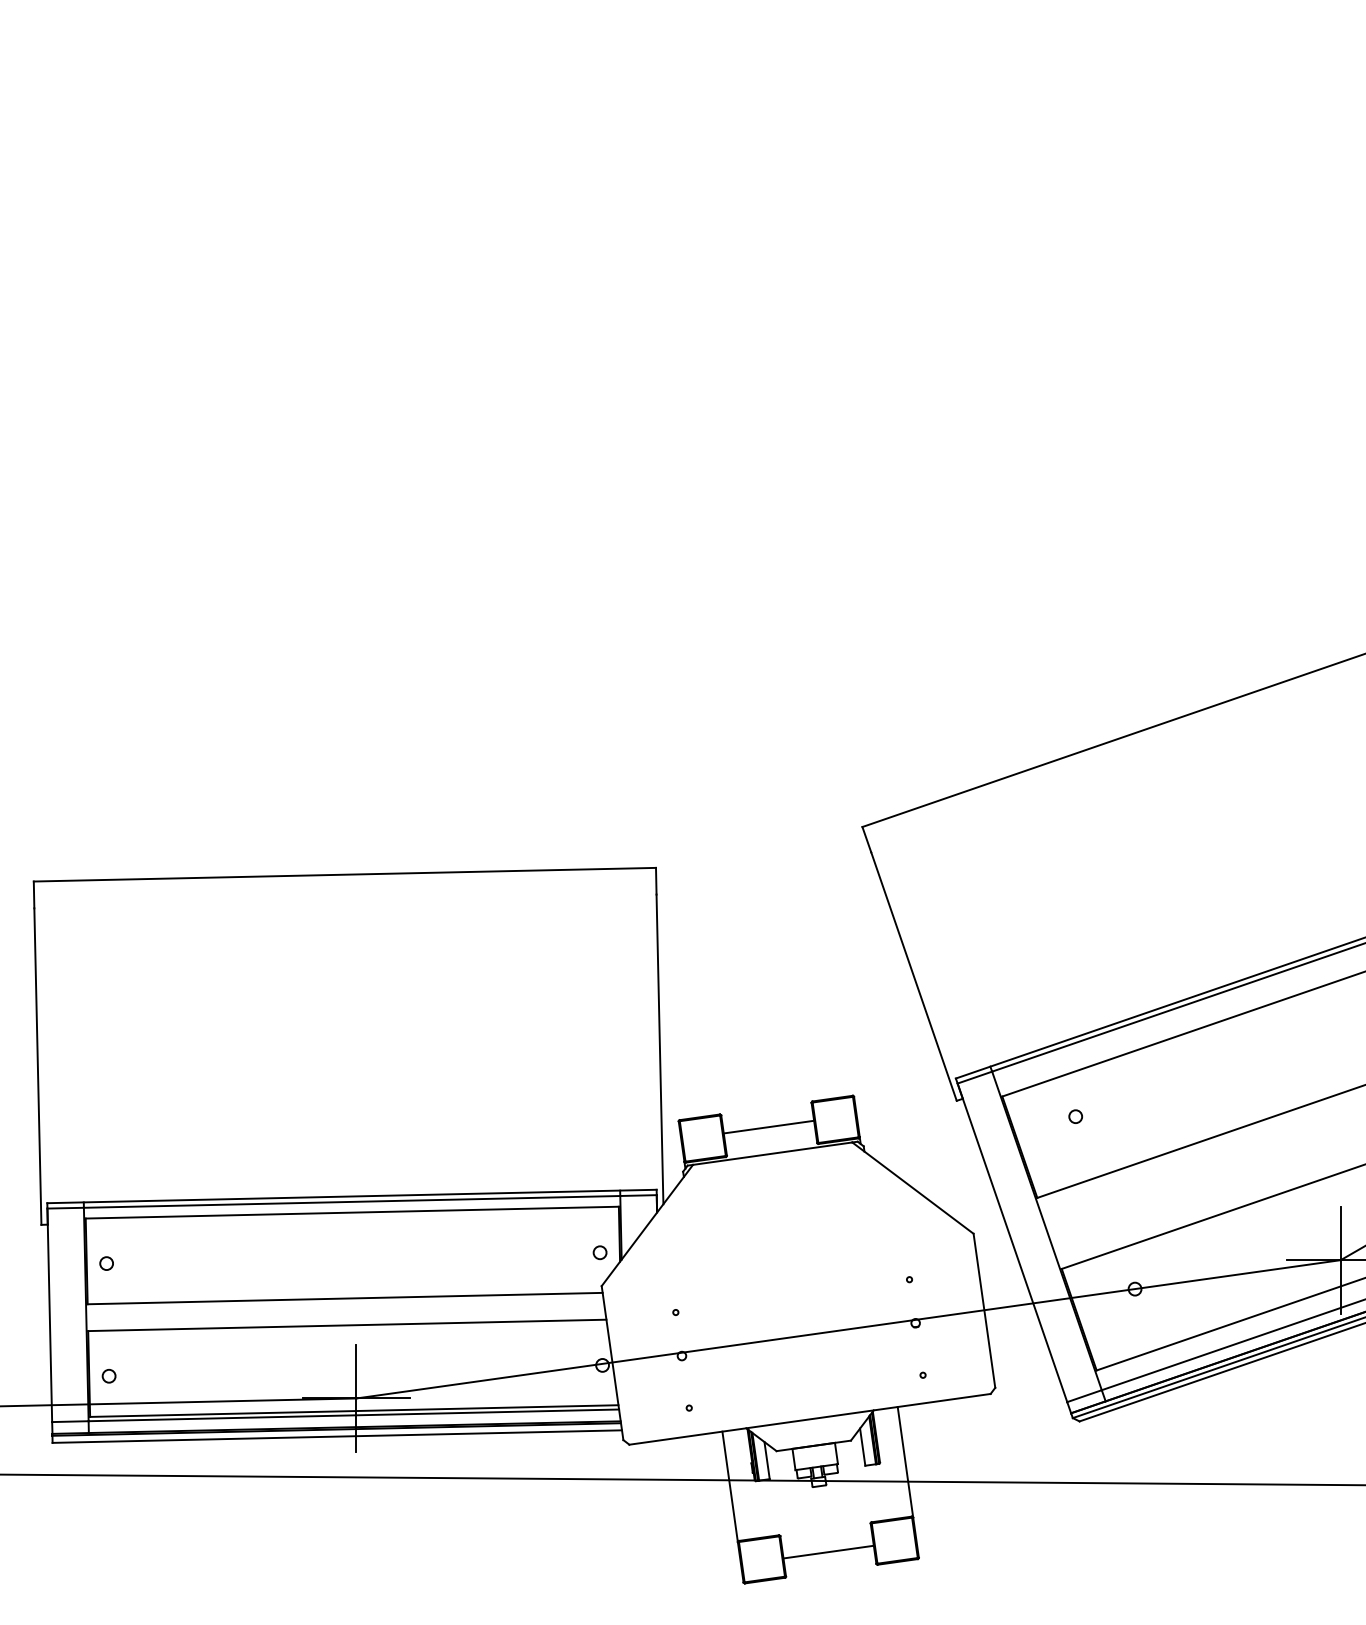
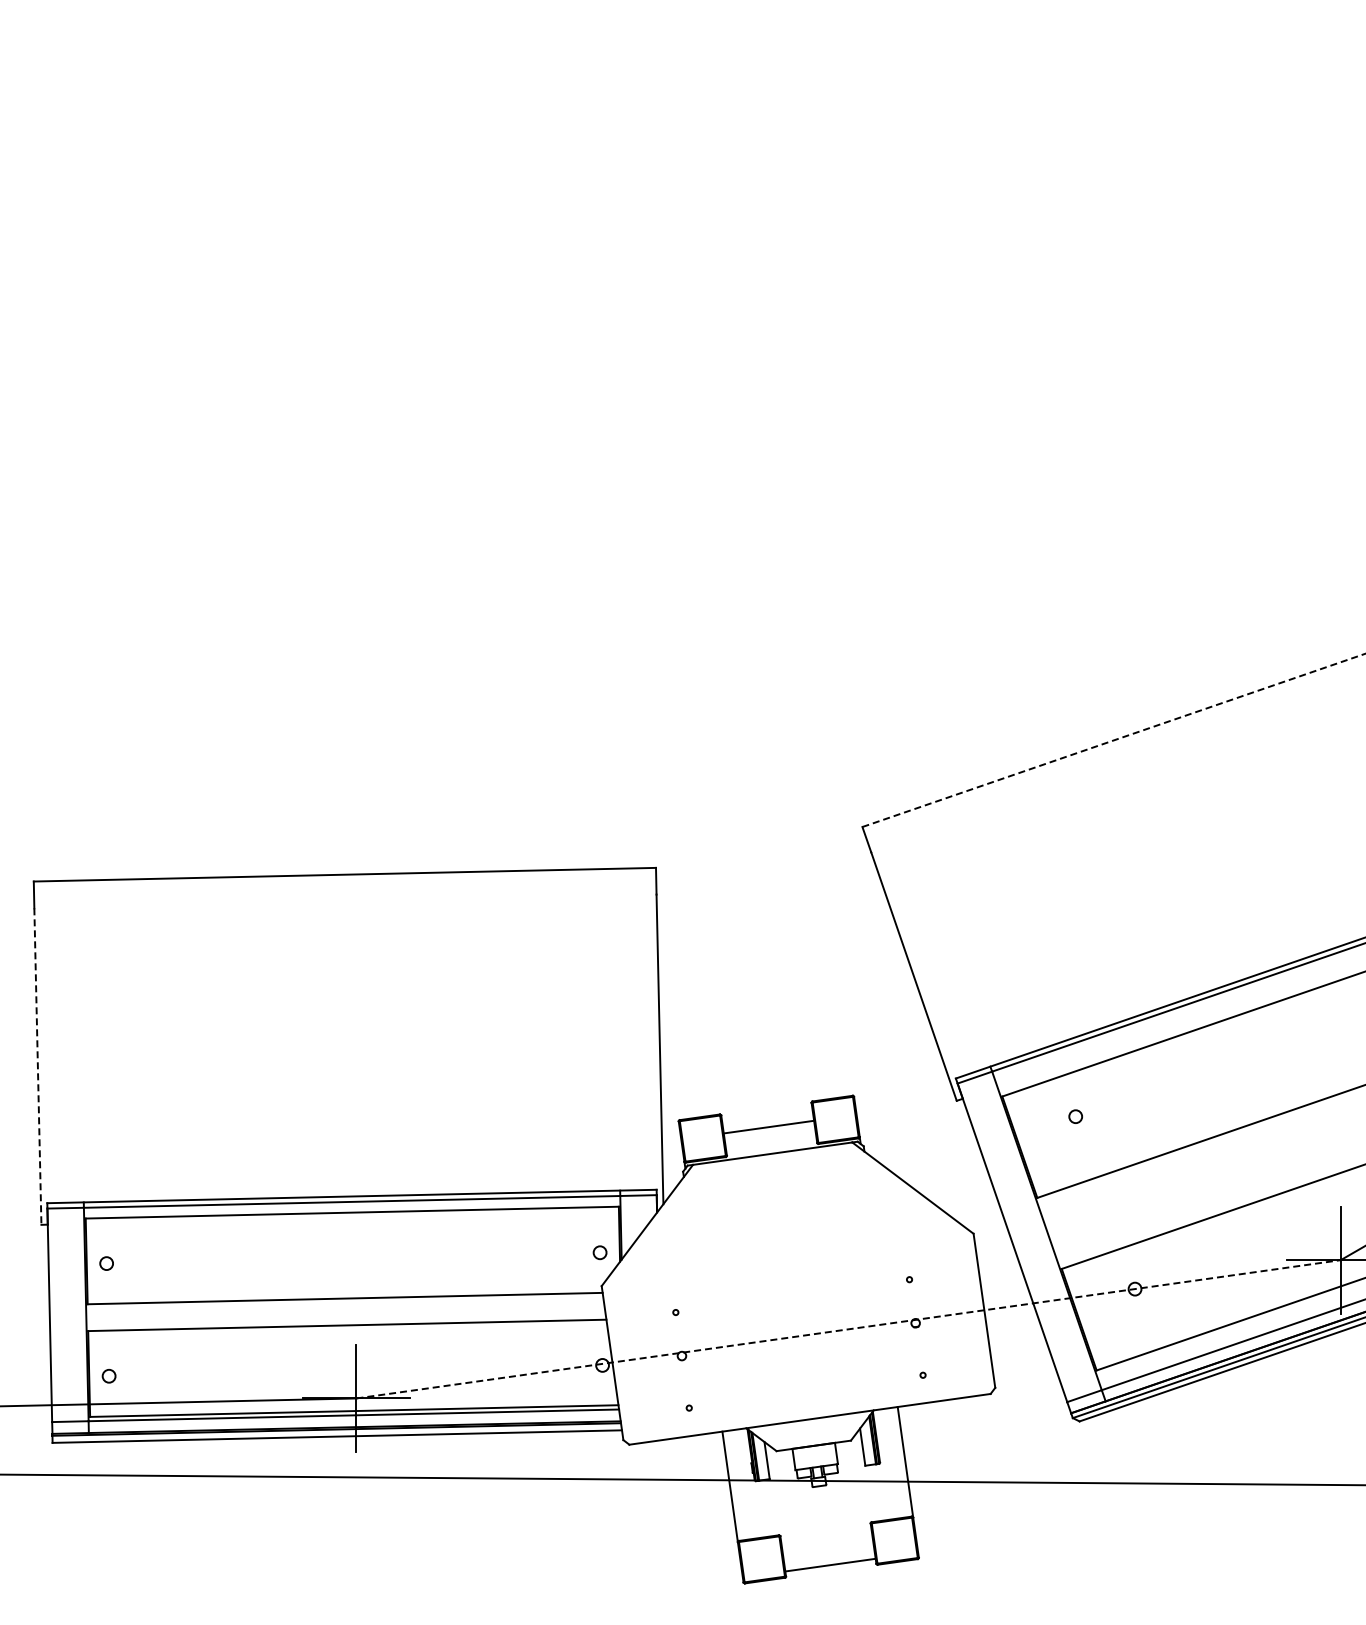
line at (1114, 740): solid -> dashed
line at (37, 1067): solid -> dashed
line at (848, 1329): solid -> dashed
line at (828, 1551) position: (828, 1551) -> (830, 1564)
